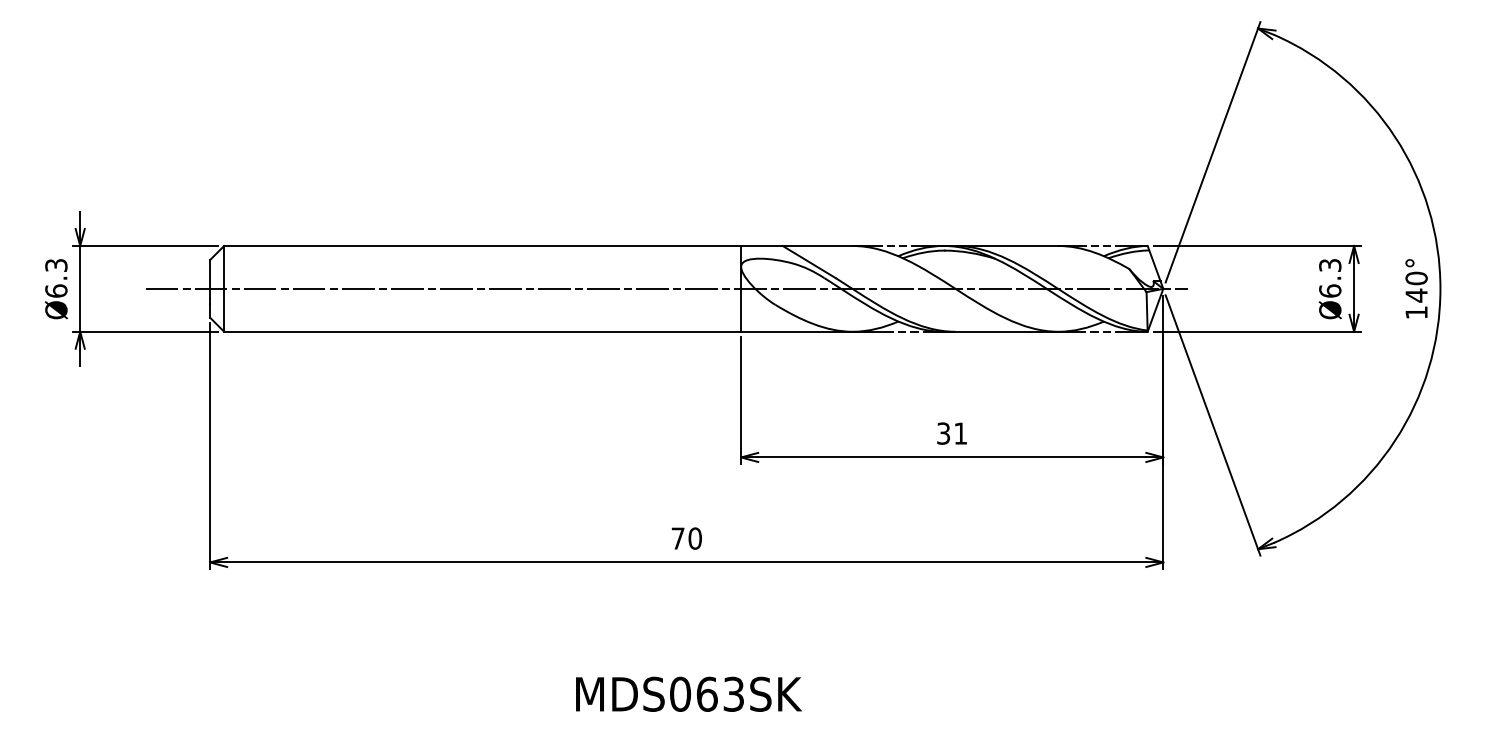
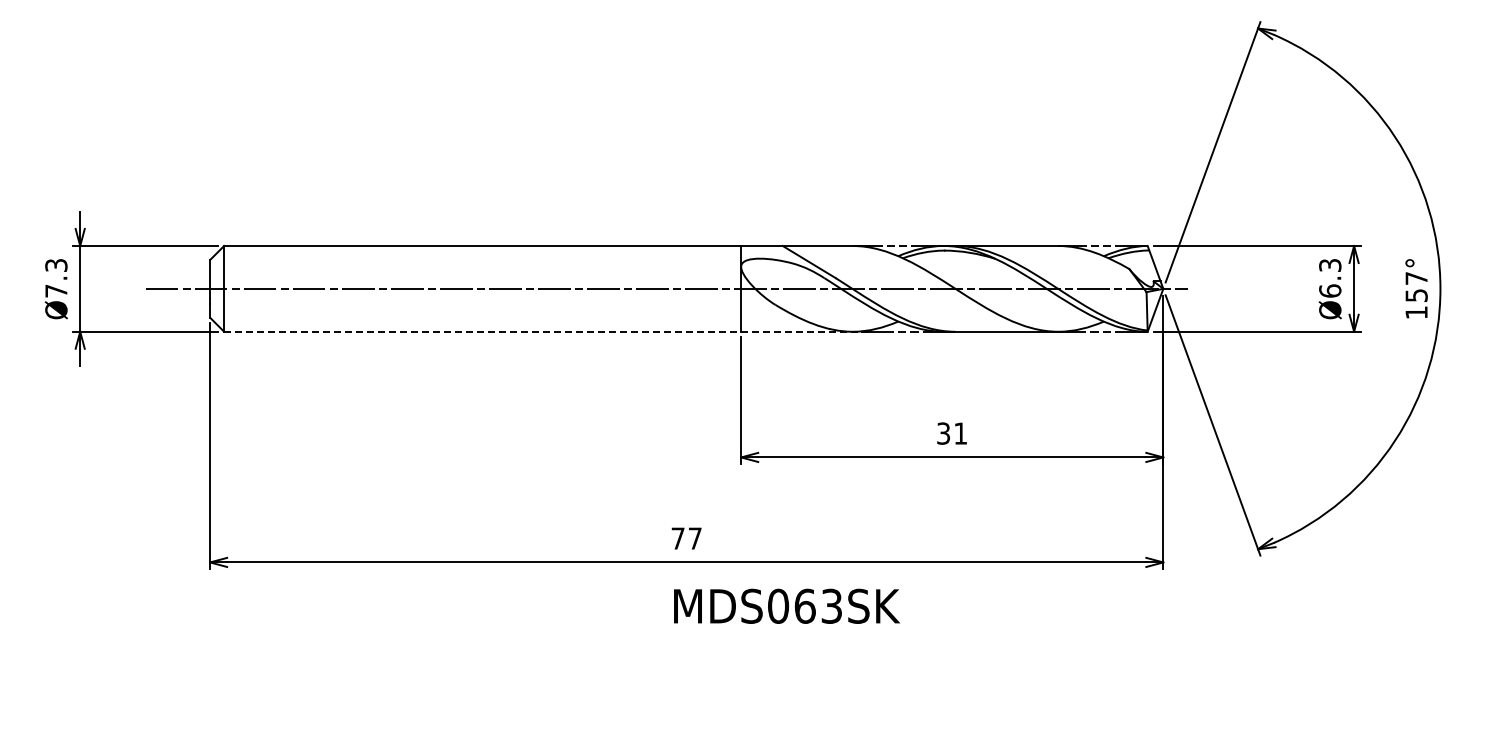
text at (1416, 286): 140° -> 157°
text at (56, 290): Ø6.3 -> Ø7.3
line at (546, 331): solid -> dashed
text at (694, 538): 70 -> 77
text at (688, 693) position: (688, 693) -> (786, 605)
